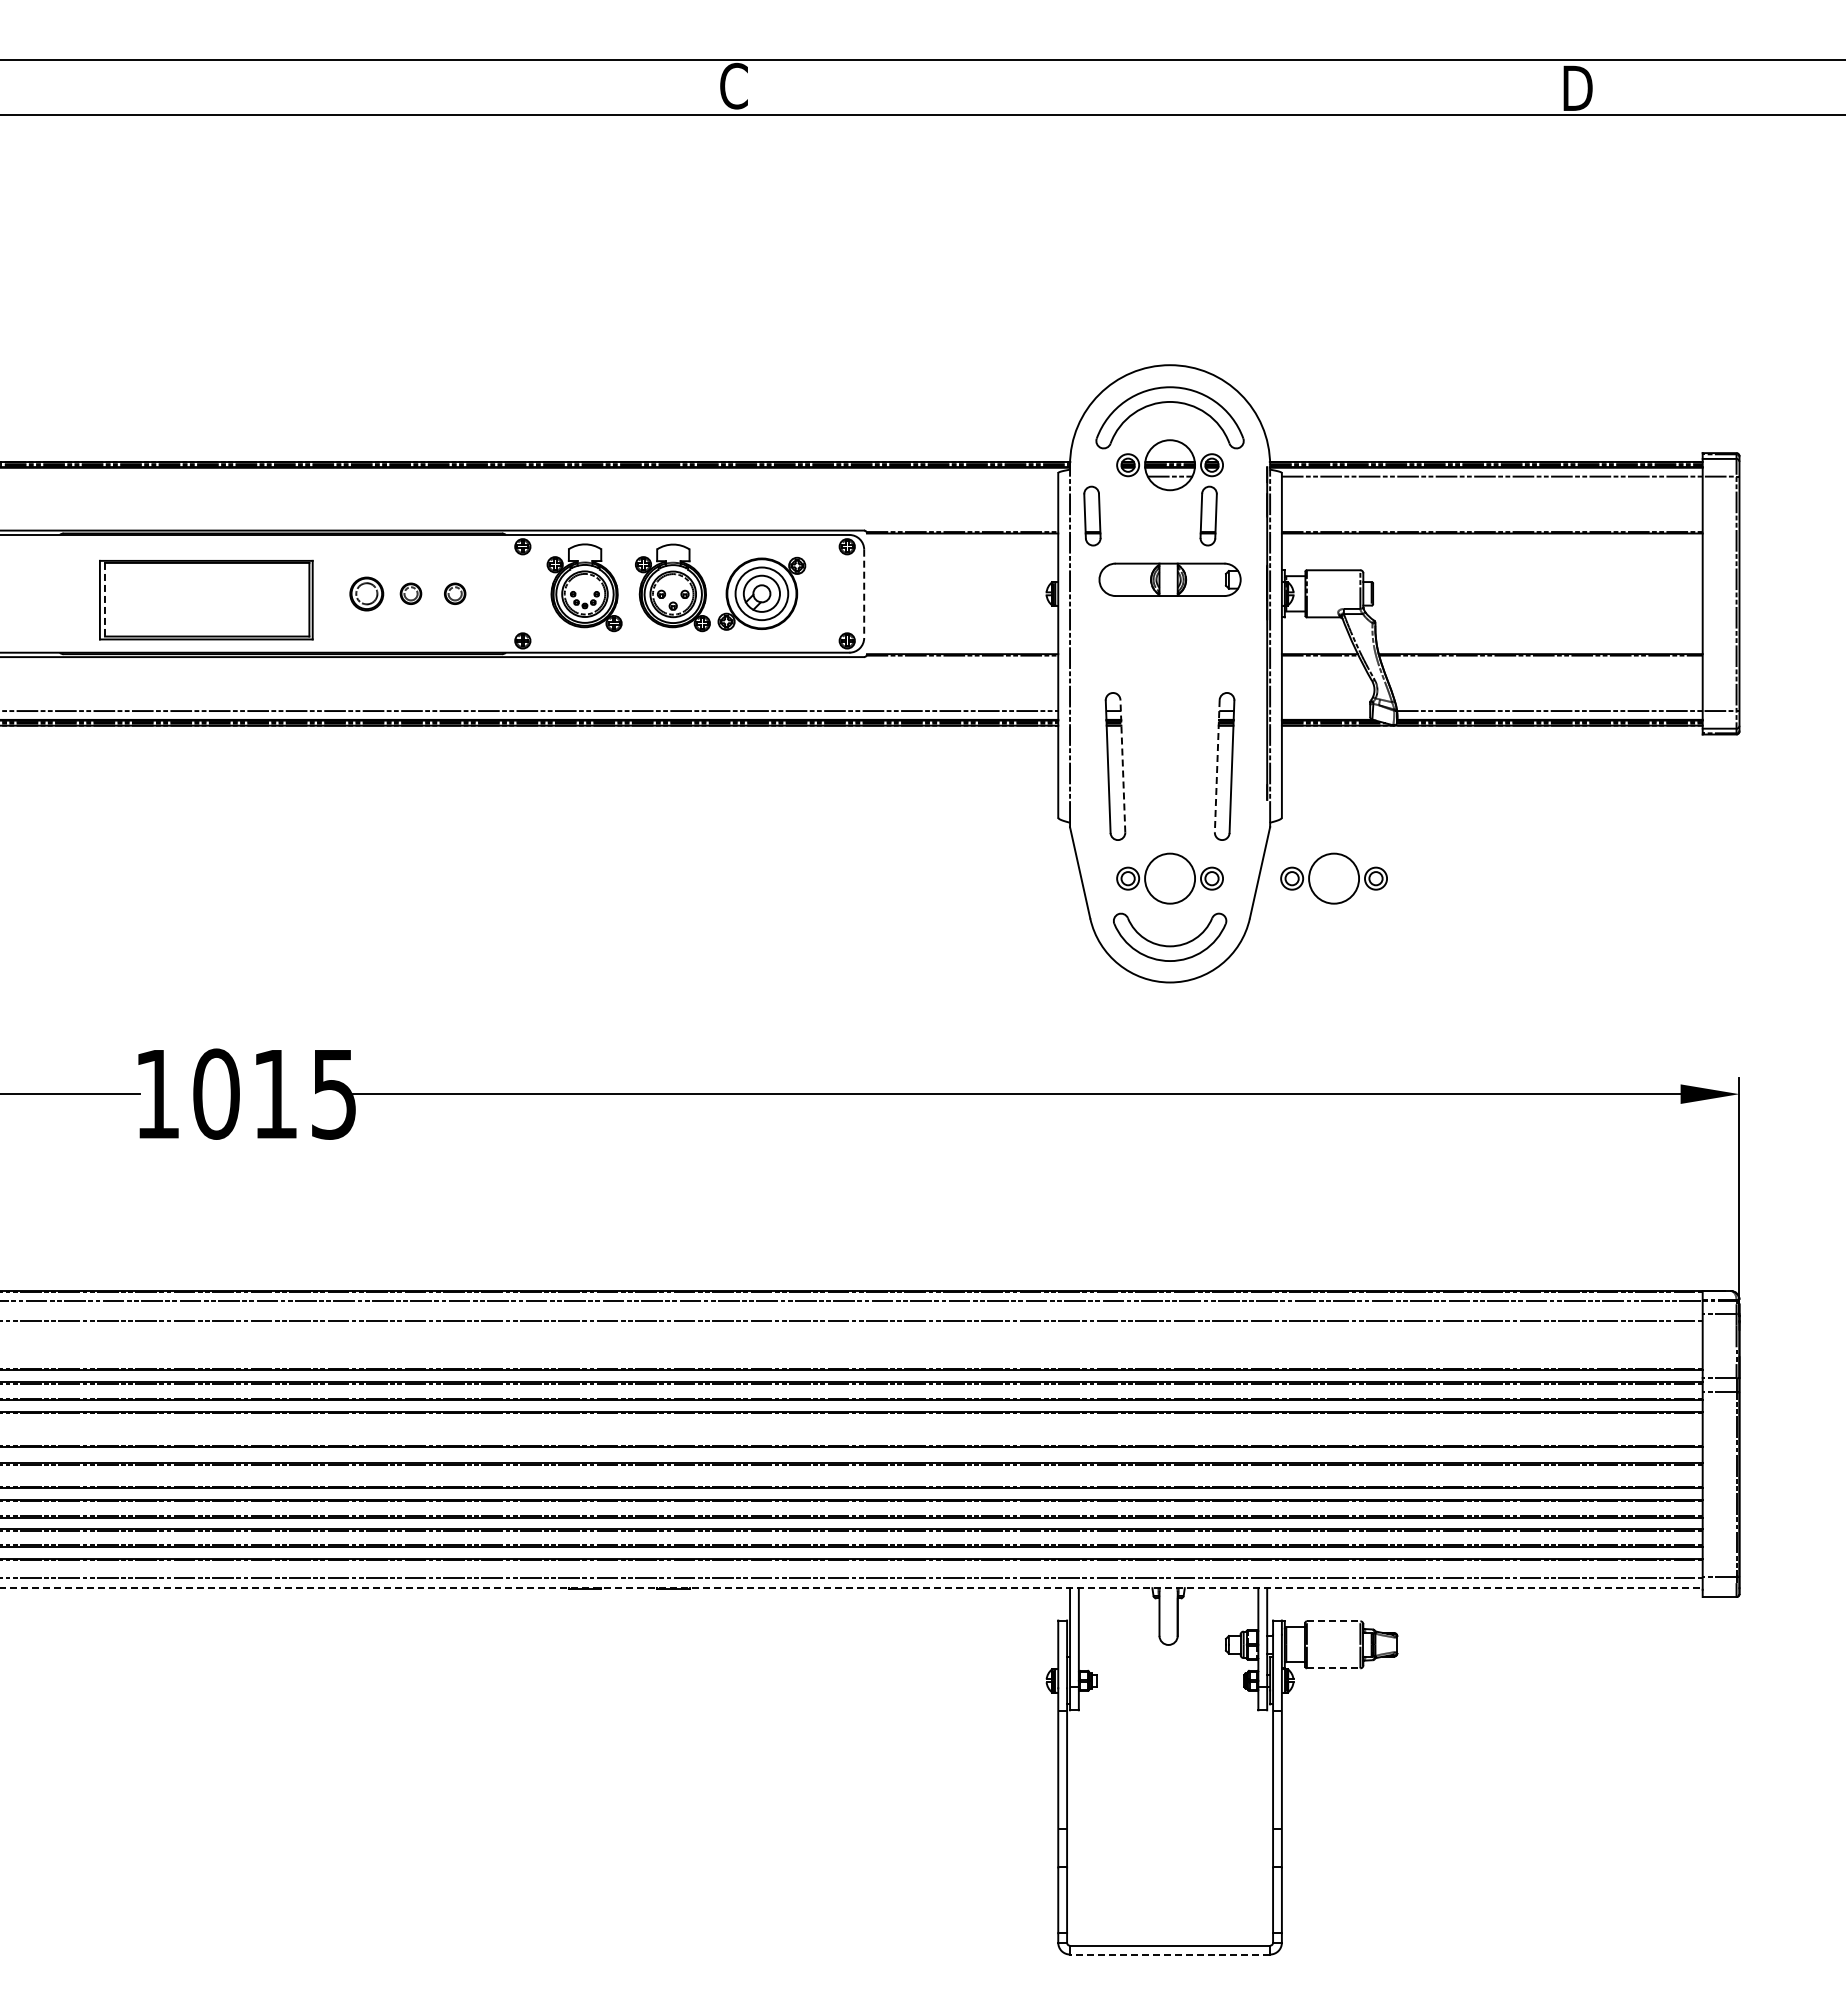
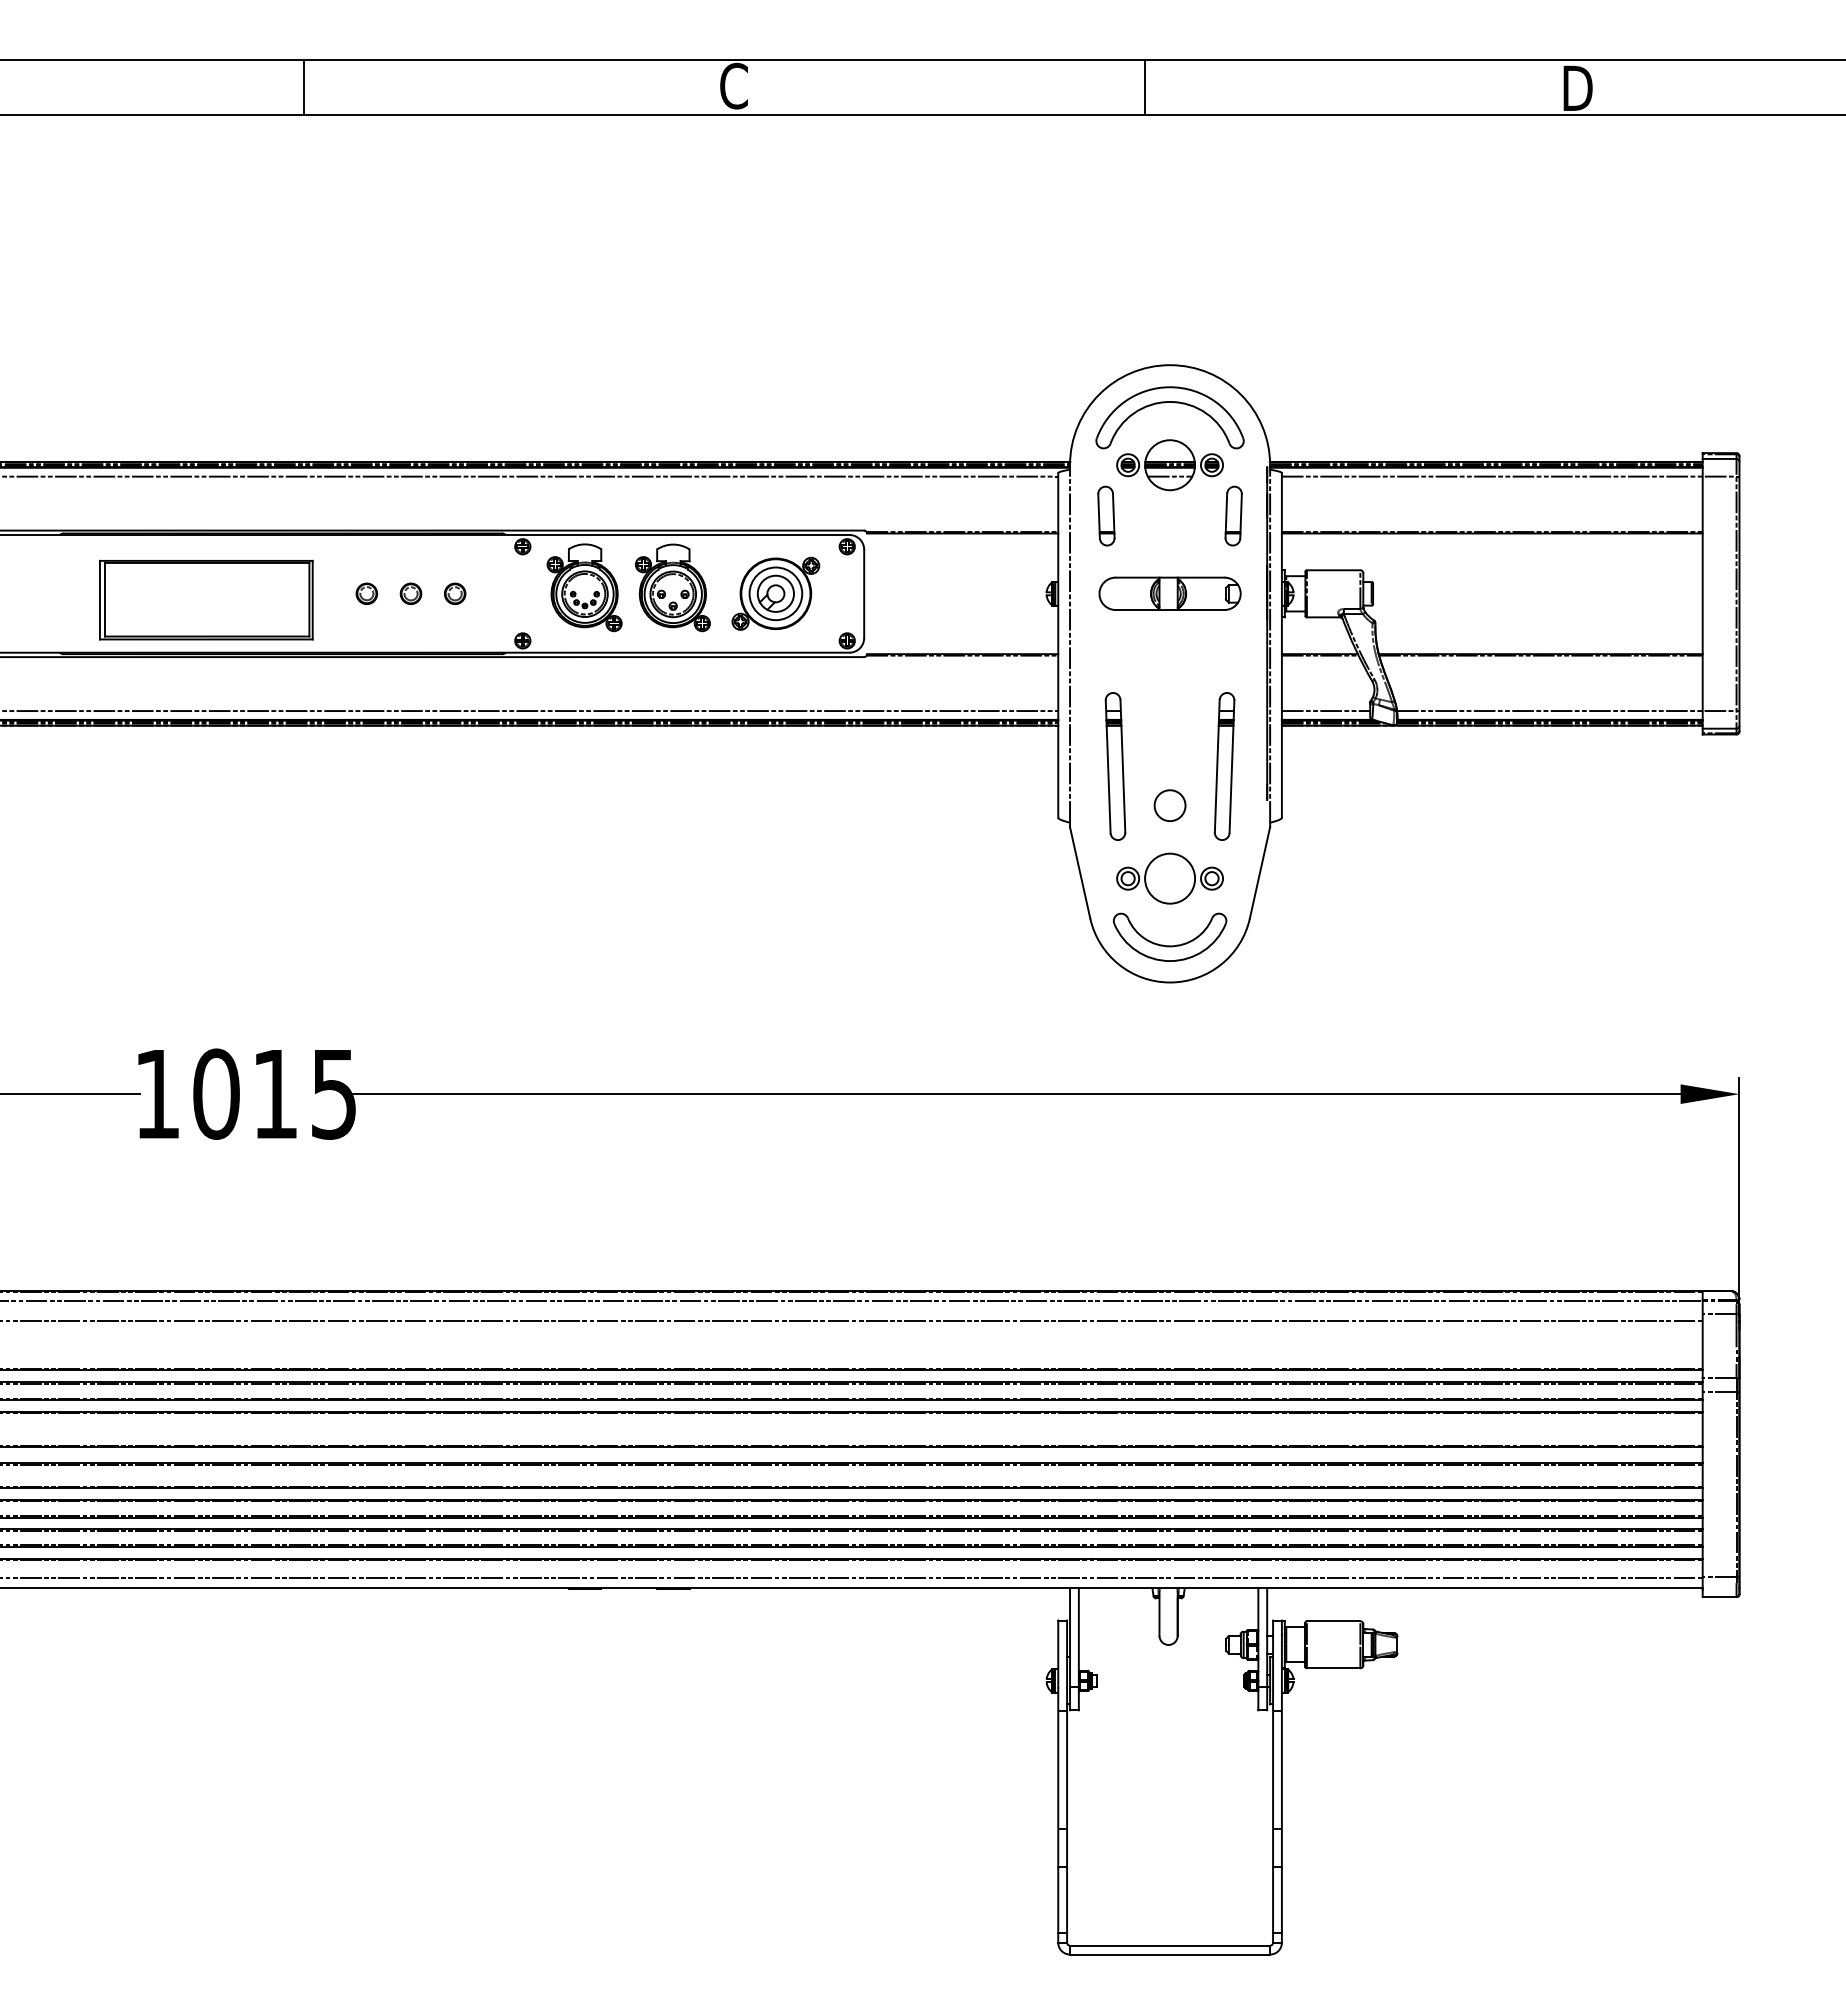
line at (303, 87): none -> present
line at (1145, 87): none -> present
line at (530, 476): none -> present
part at (1092, 515) position: (1092, 515) -> (1106, 515)
part at (1208, 515) position: (1208, 515) -> (1233, 515)
part at (1169, 579) position: (1169, 579) -> (1169, 593)
part at (366, 593) size: 36x36 px -> 24x23 px
part at (761, 593) position: (761, 593) -> (775, 593)
line at (864, 594): dashed -> solid
line at (104, 599): dashed -> solid
line at (1325, 711): none -> present
line at (1122, 765): dashed -> solid
line at (1217, 766): dashed -> solid
circle at (1169, 805): none -> present
part at (1333, 878): present -> none
line at (851, 1588): dashed -> solid
line at (1333, 1621): dashed -> solid
line at (1333, 1668): dashed -> solid
line at (1169, 1954): dashed -> solid
